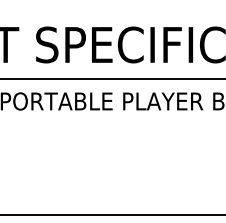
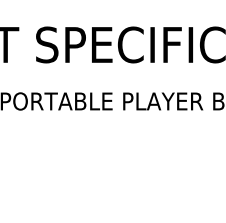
line at (112, 78): present -> none
line at (112, 214): present -> none
